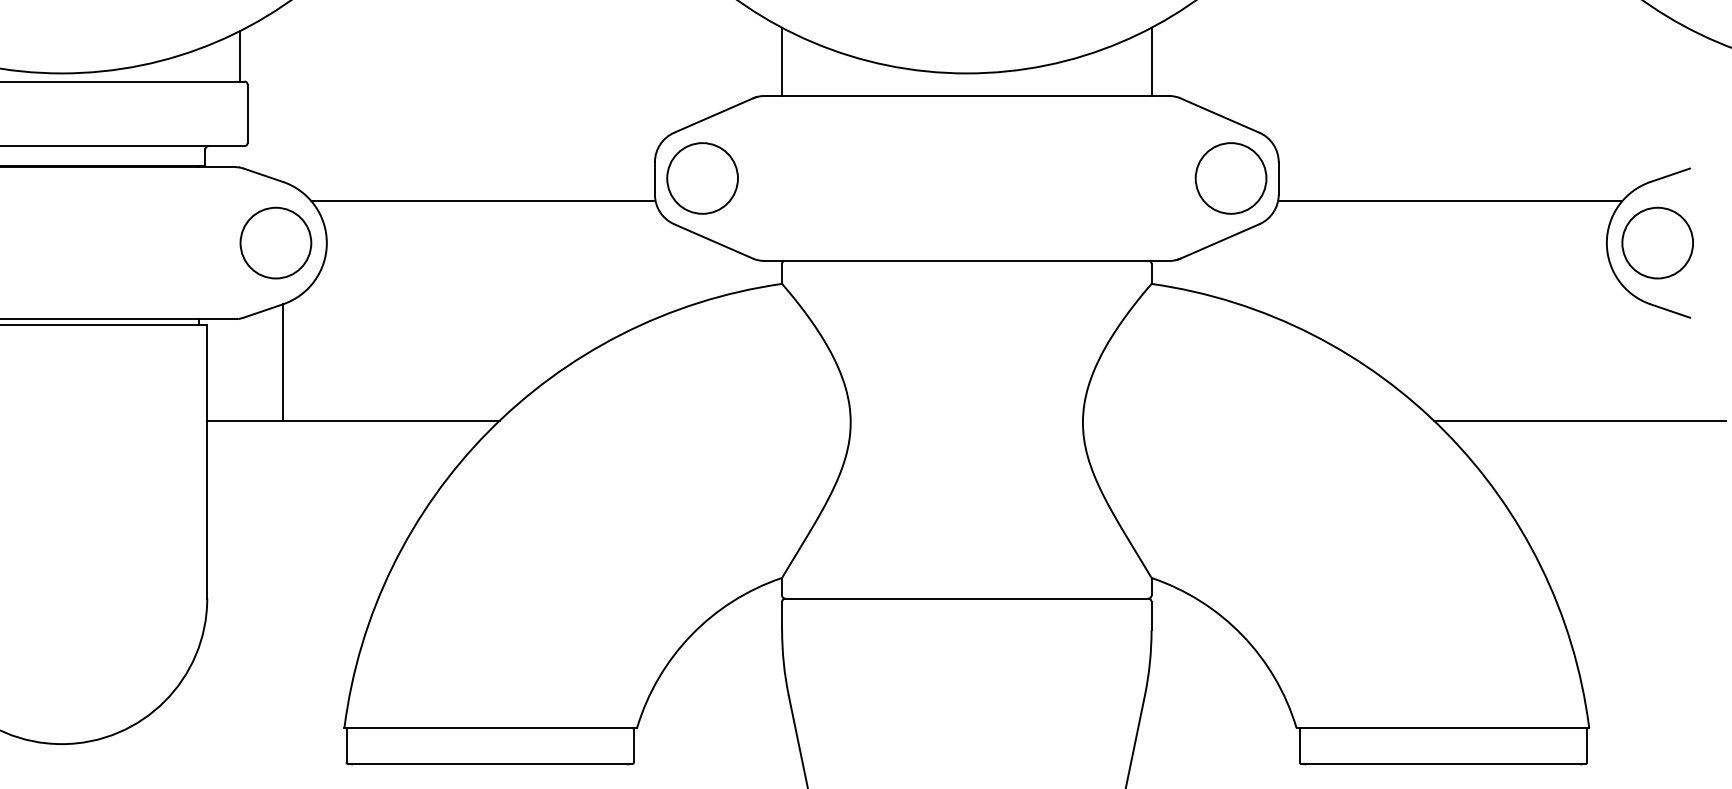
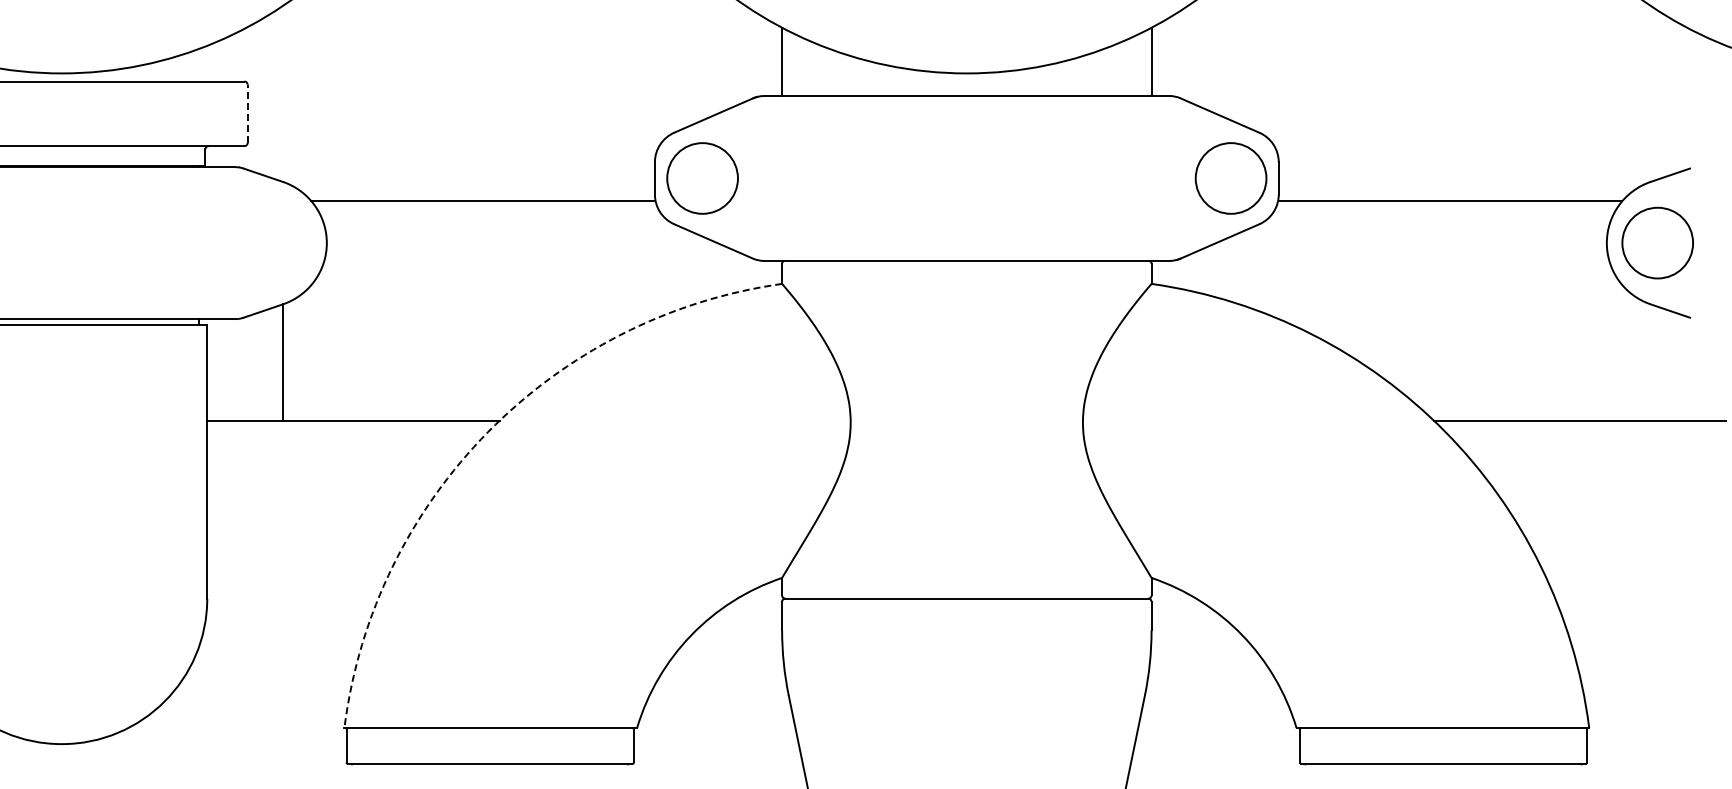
line at (239, 56): present -> none
line at (247, 113): solid -> dashed
circle at (275, 242): present -> none
arc at (488, 431): solid -> dashed
